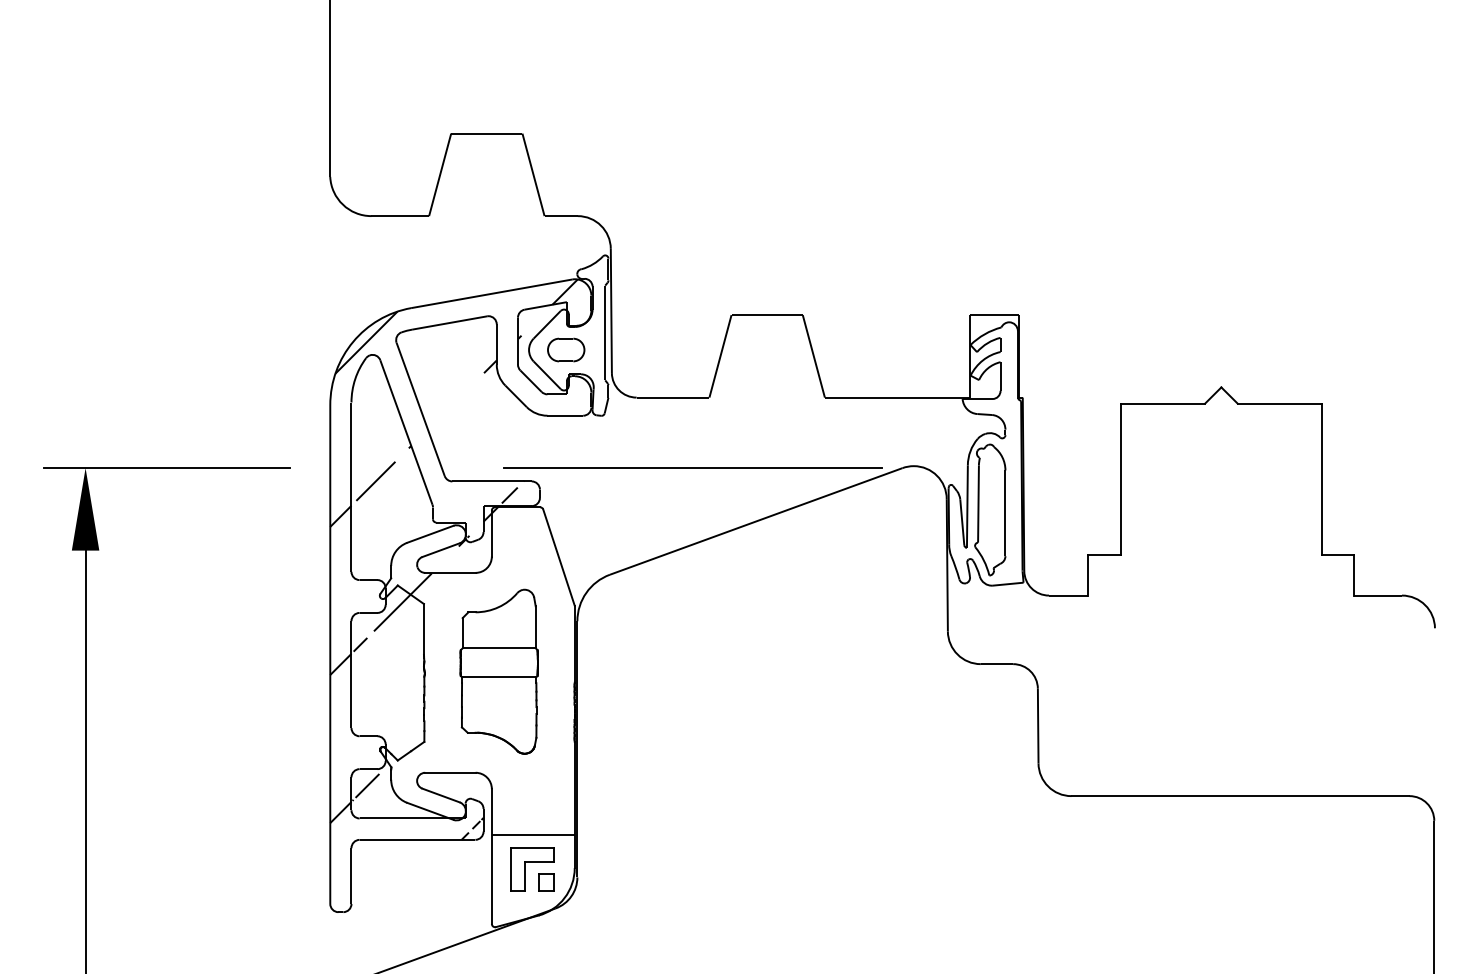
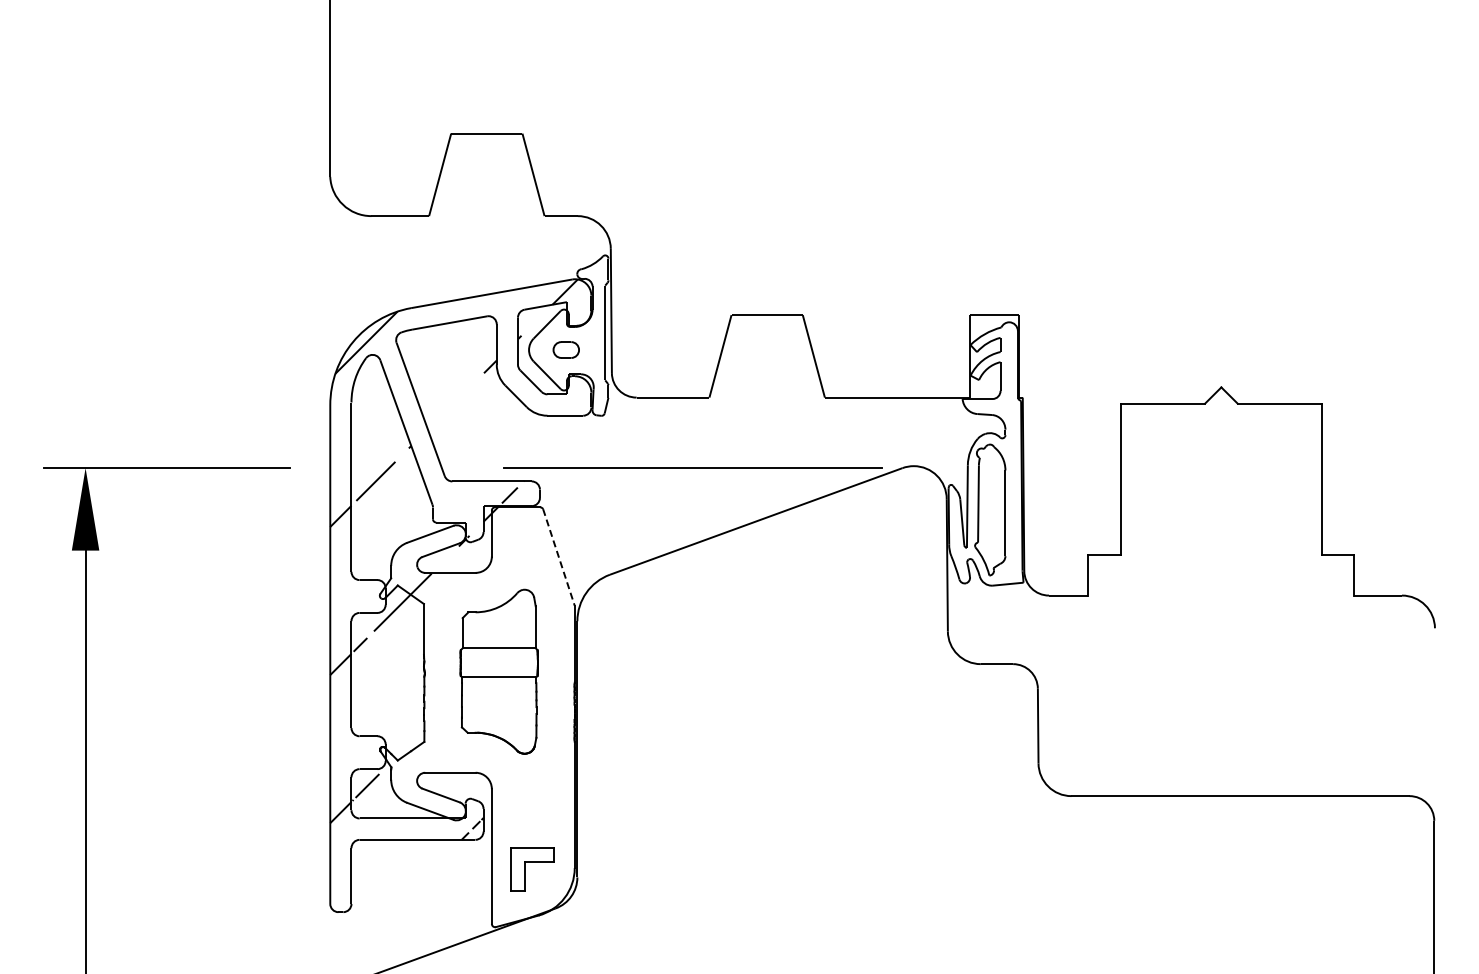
part at (566, 349) size: 39x26 px -> 28x18 px
line at (558, 557): solid -> dashed
line at (533, 834): present -> none
part at (546, 882): present -> none
